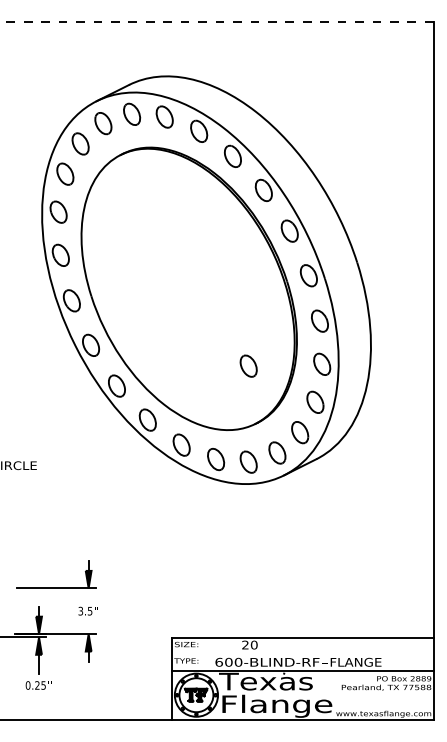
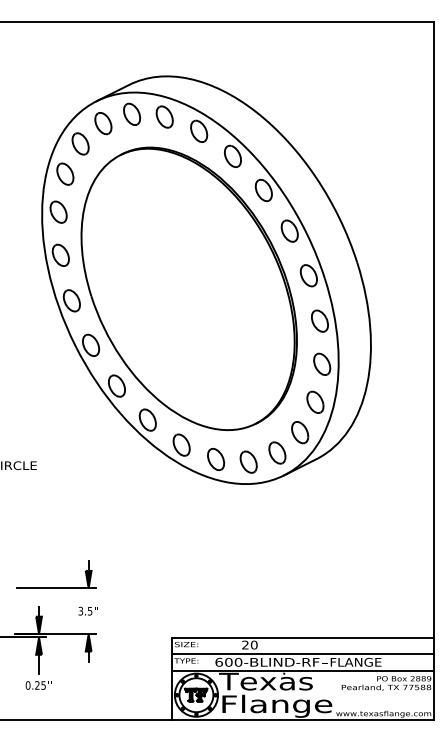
line at (217, 22): dashed -> solid
part at (248, 365): present -> none
line at (302, 654): none -> present
